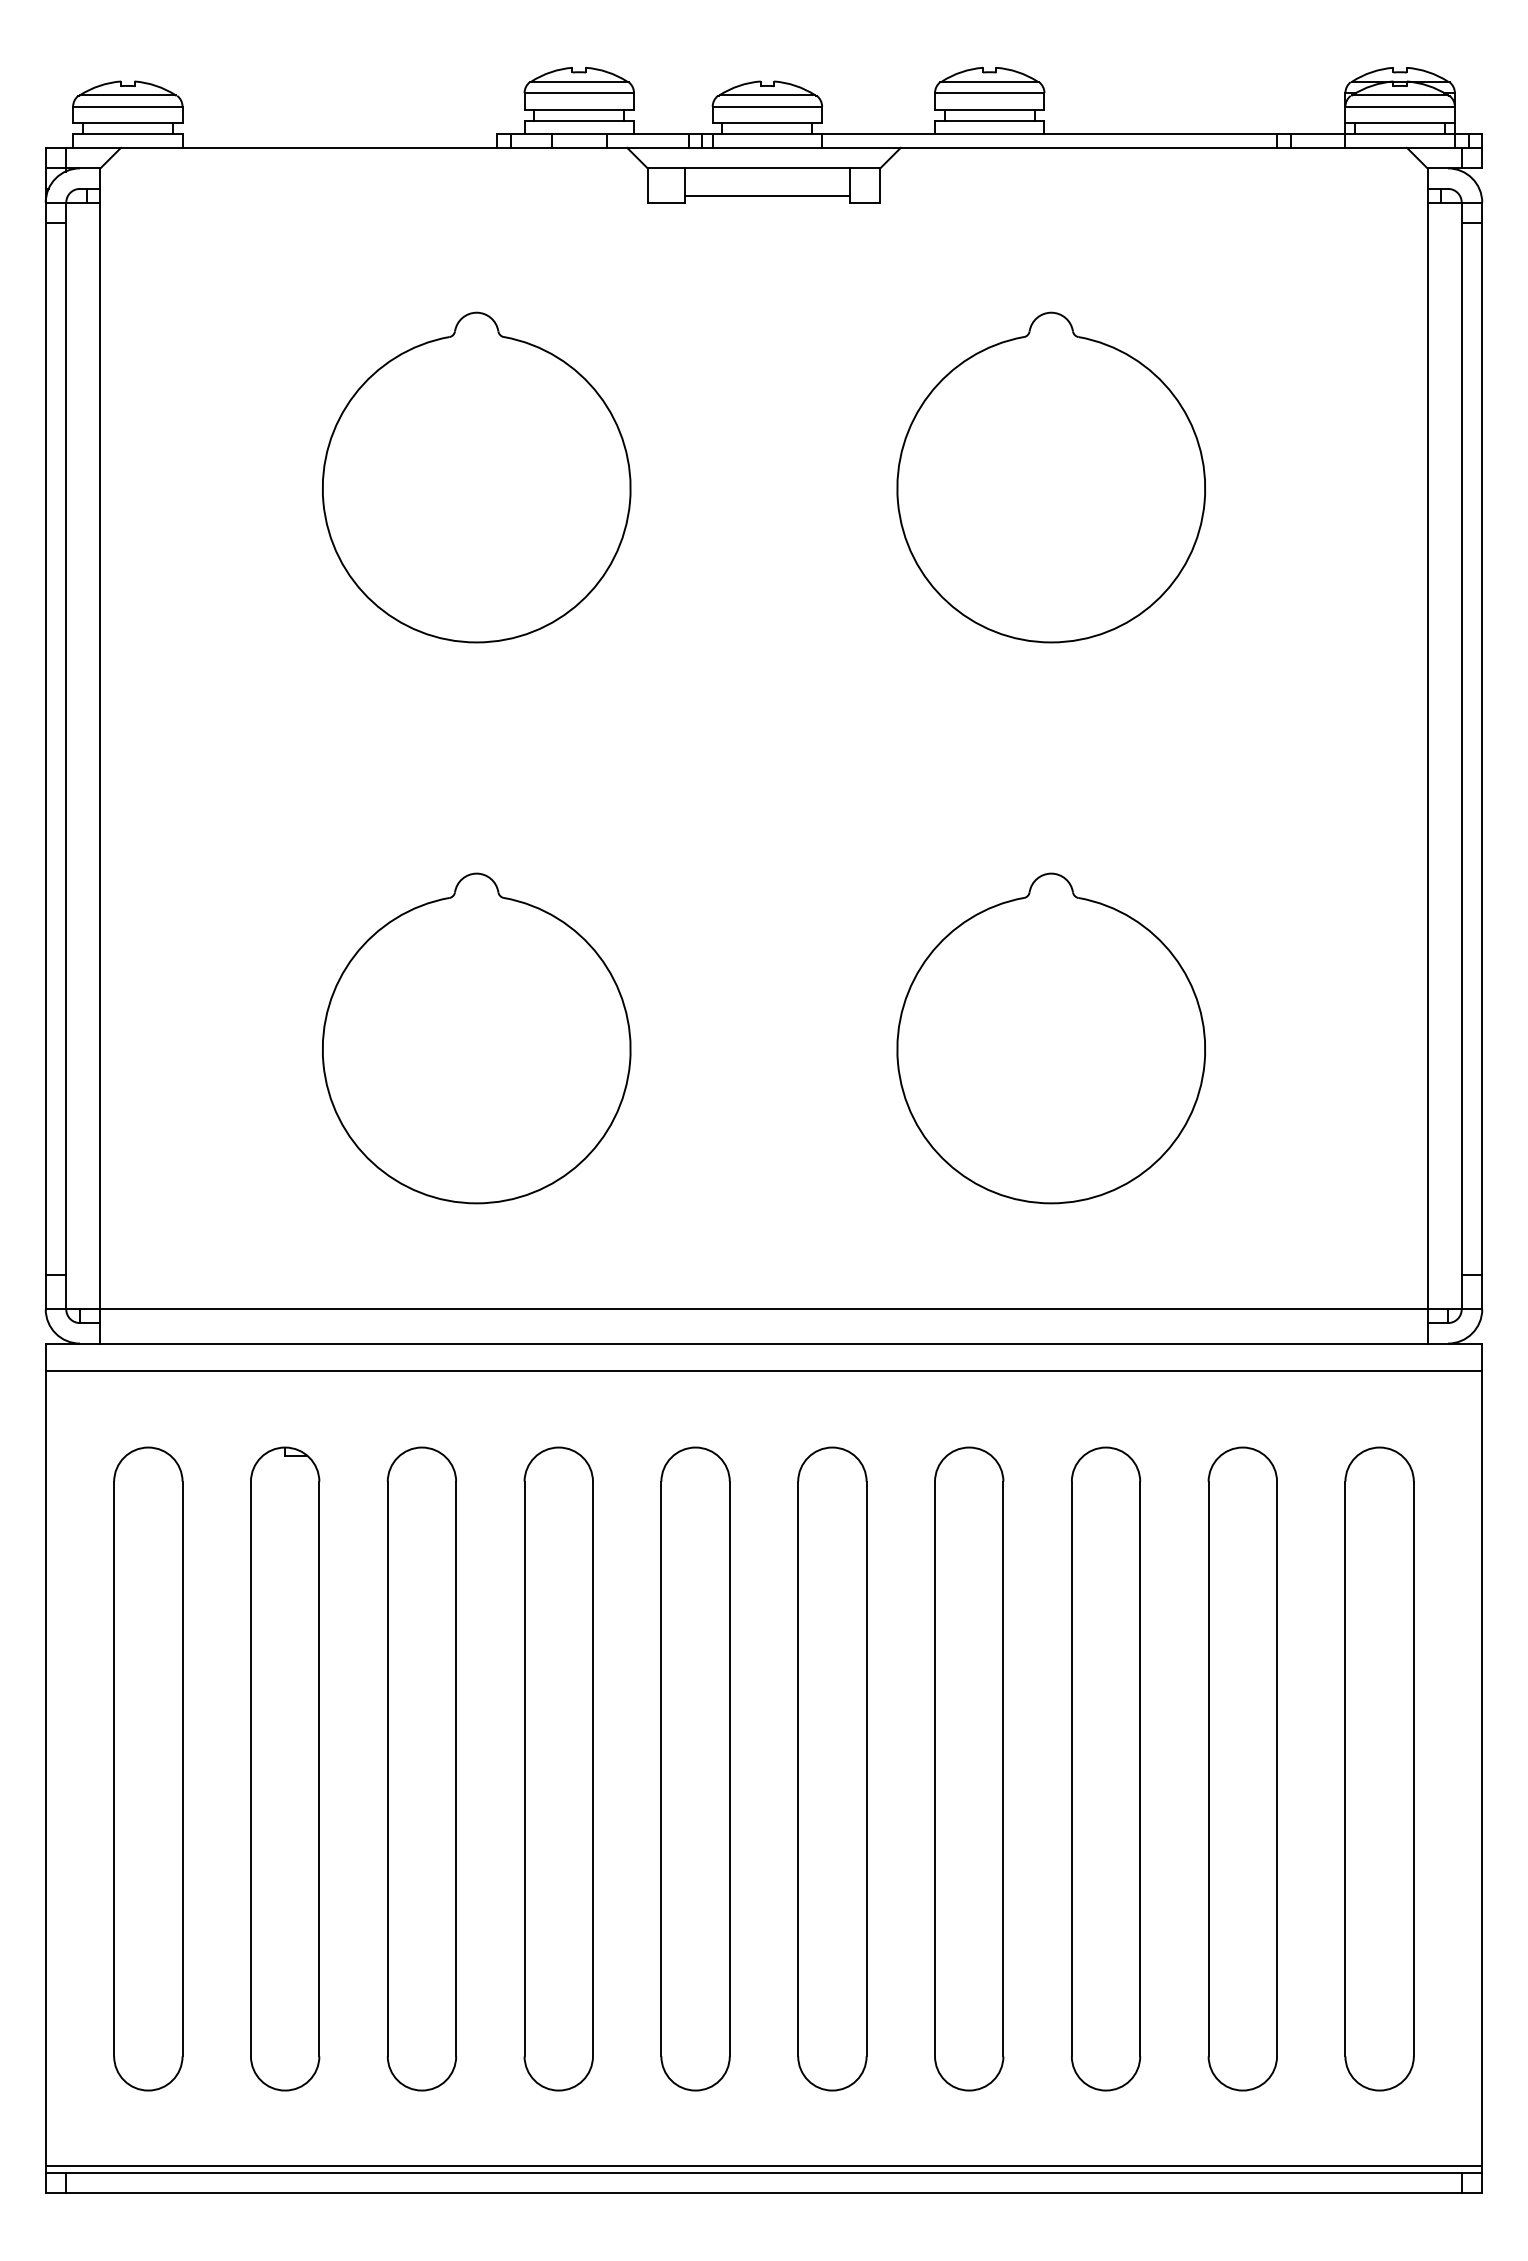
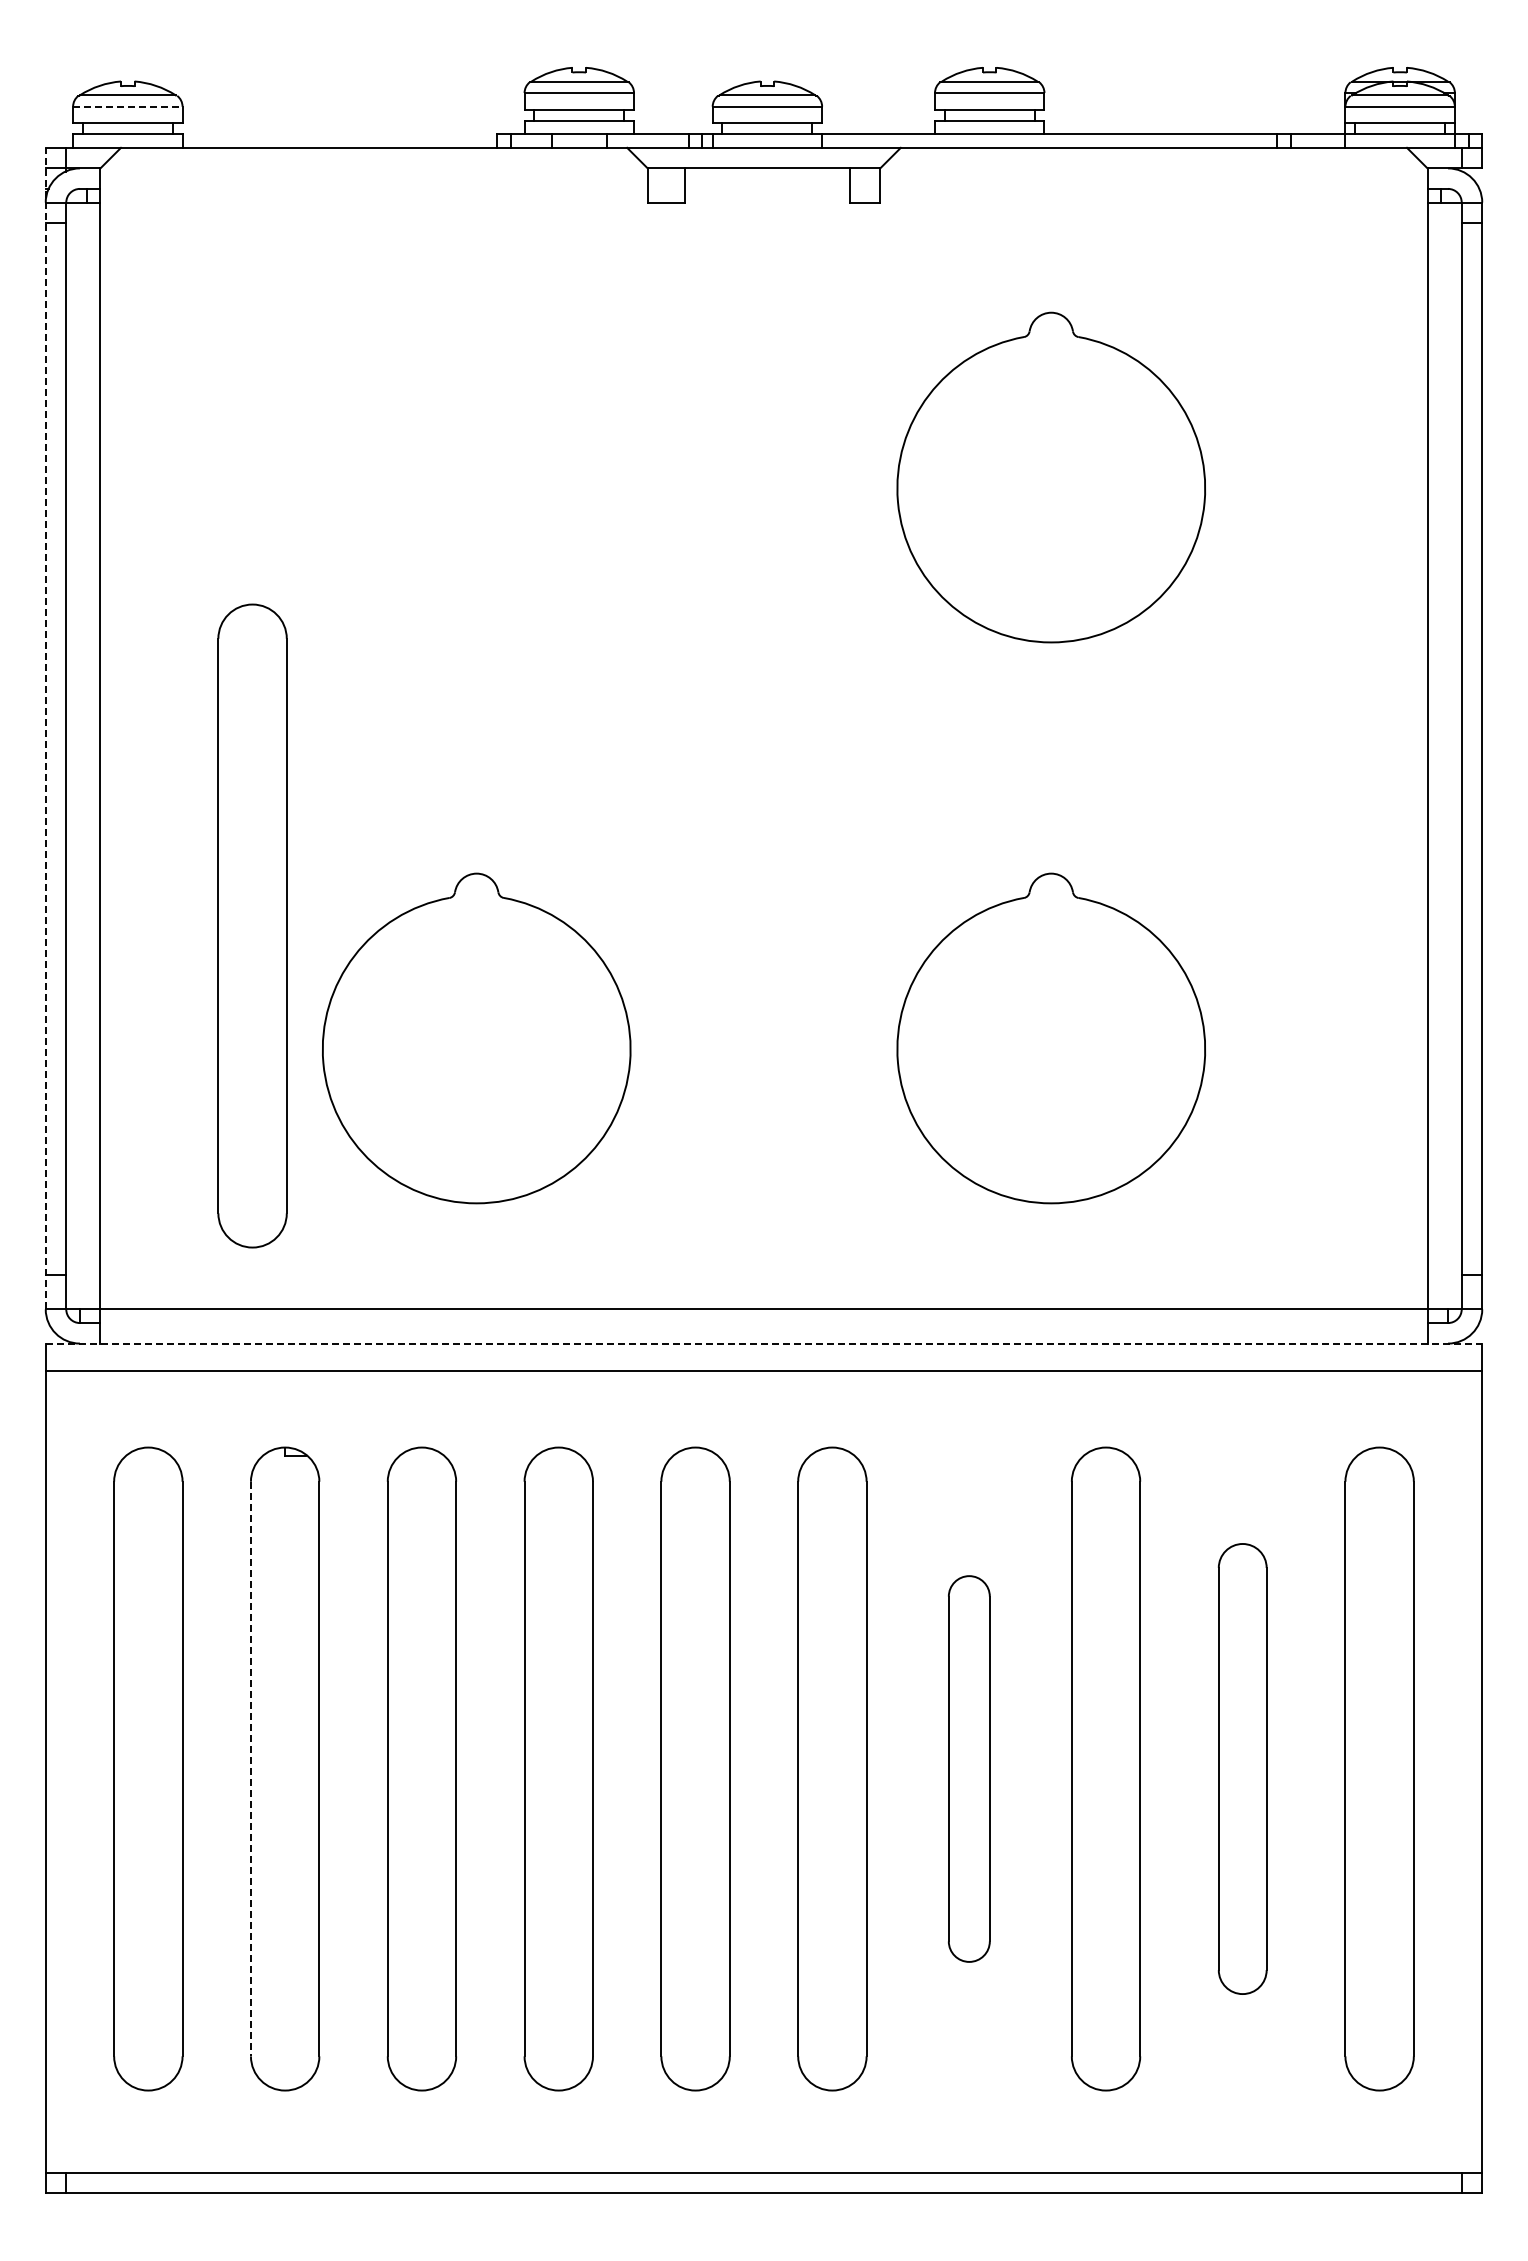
line at (127, 106): solid -> dashed
line at (767, 195): present -> none
part at (476, 477): present -> none
line at (45, 728): solid -> dashed
part at (252, 925): none -> present
line at (764, 1343): solid -> dashed
part at (969, 1768) size: 71x646 px -> 43x388 px
part at (1242, 1768) size: 71x646 px -> 51x452 px
line at (250, 1769): solid -> dashed
line at (763, 2165): present -> none
